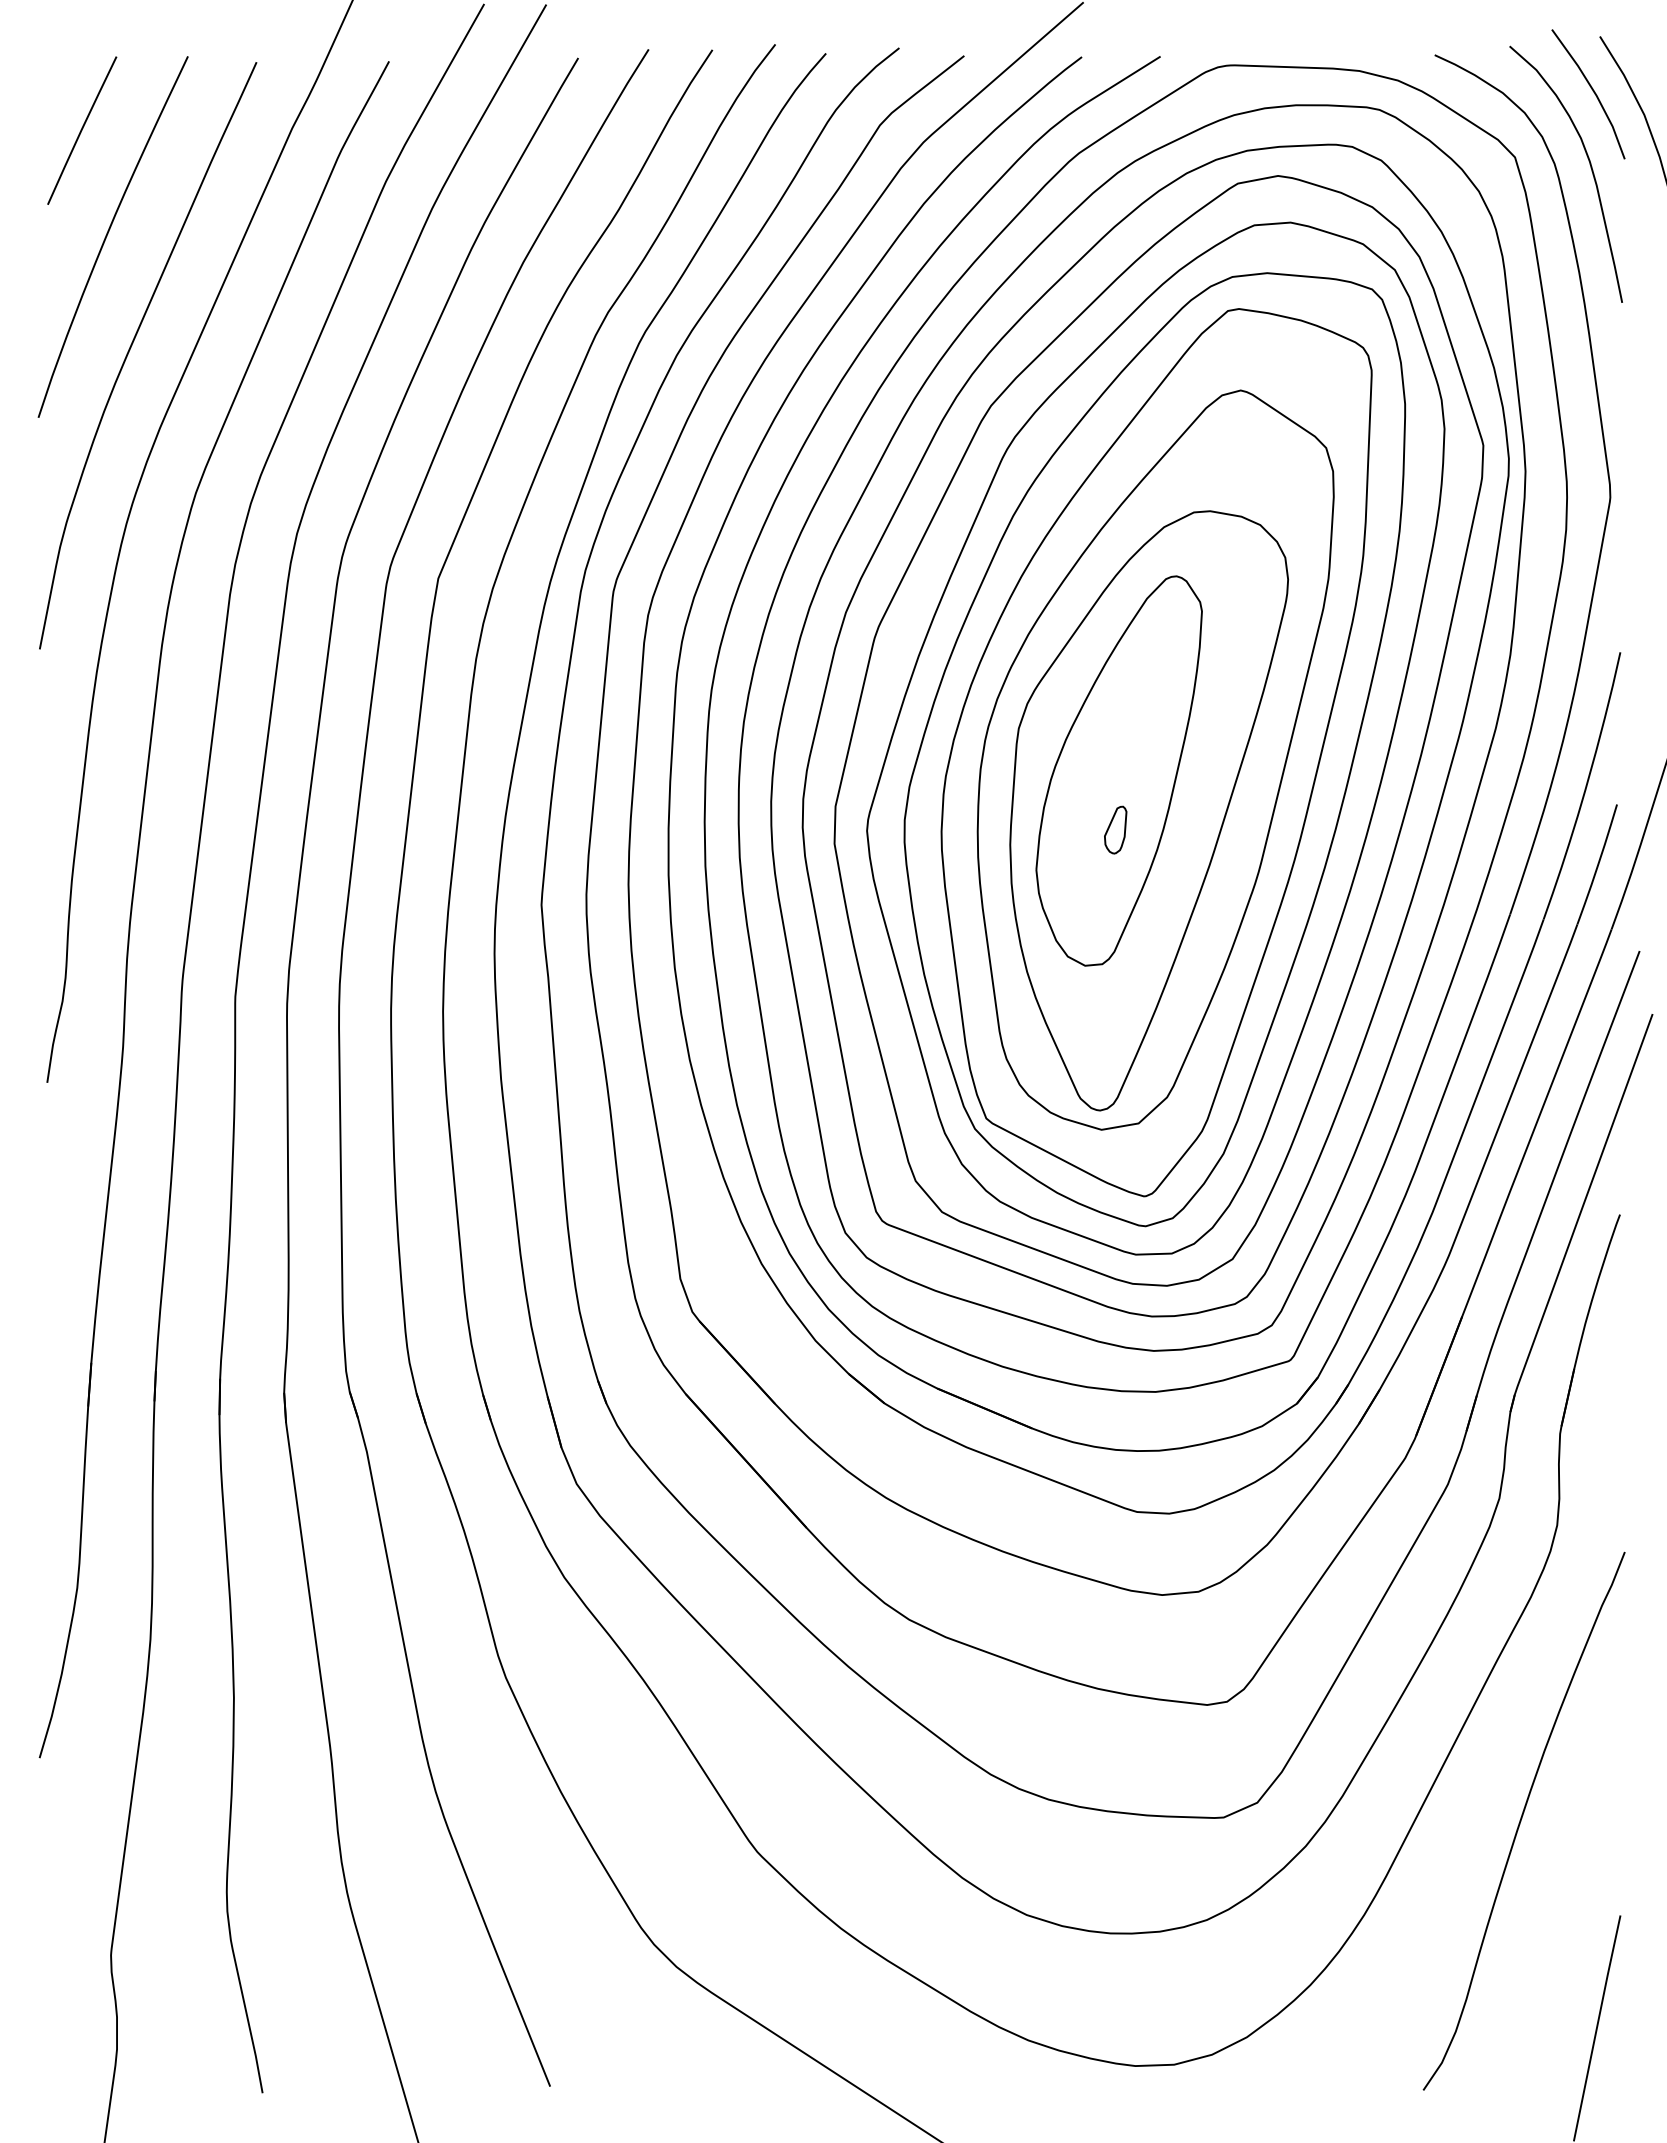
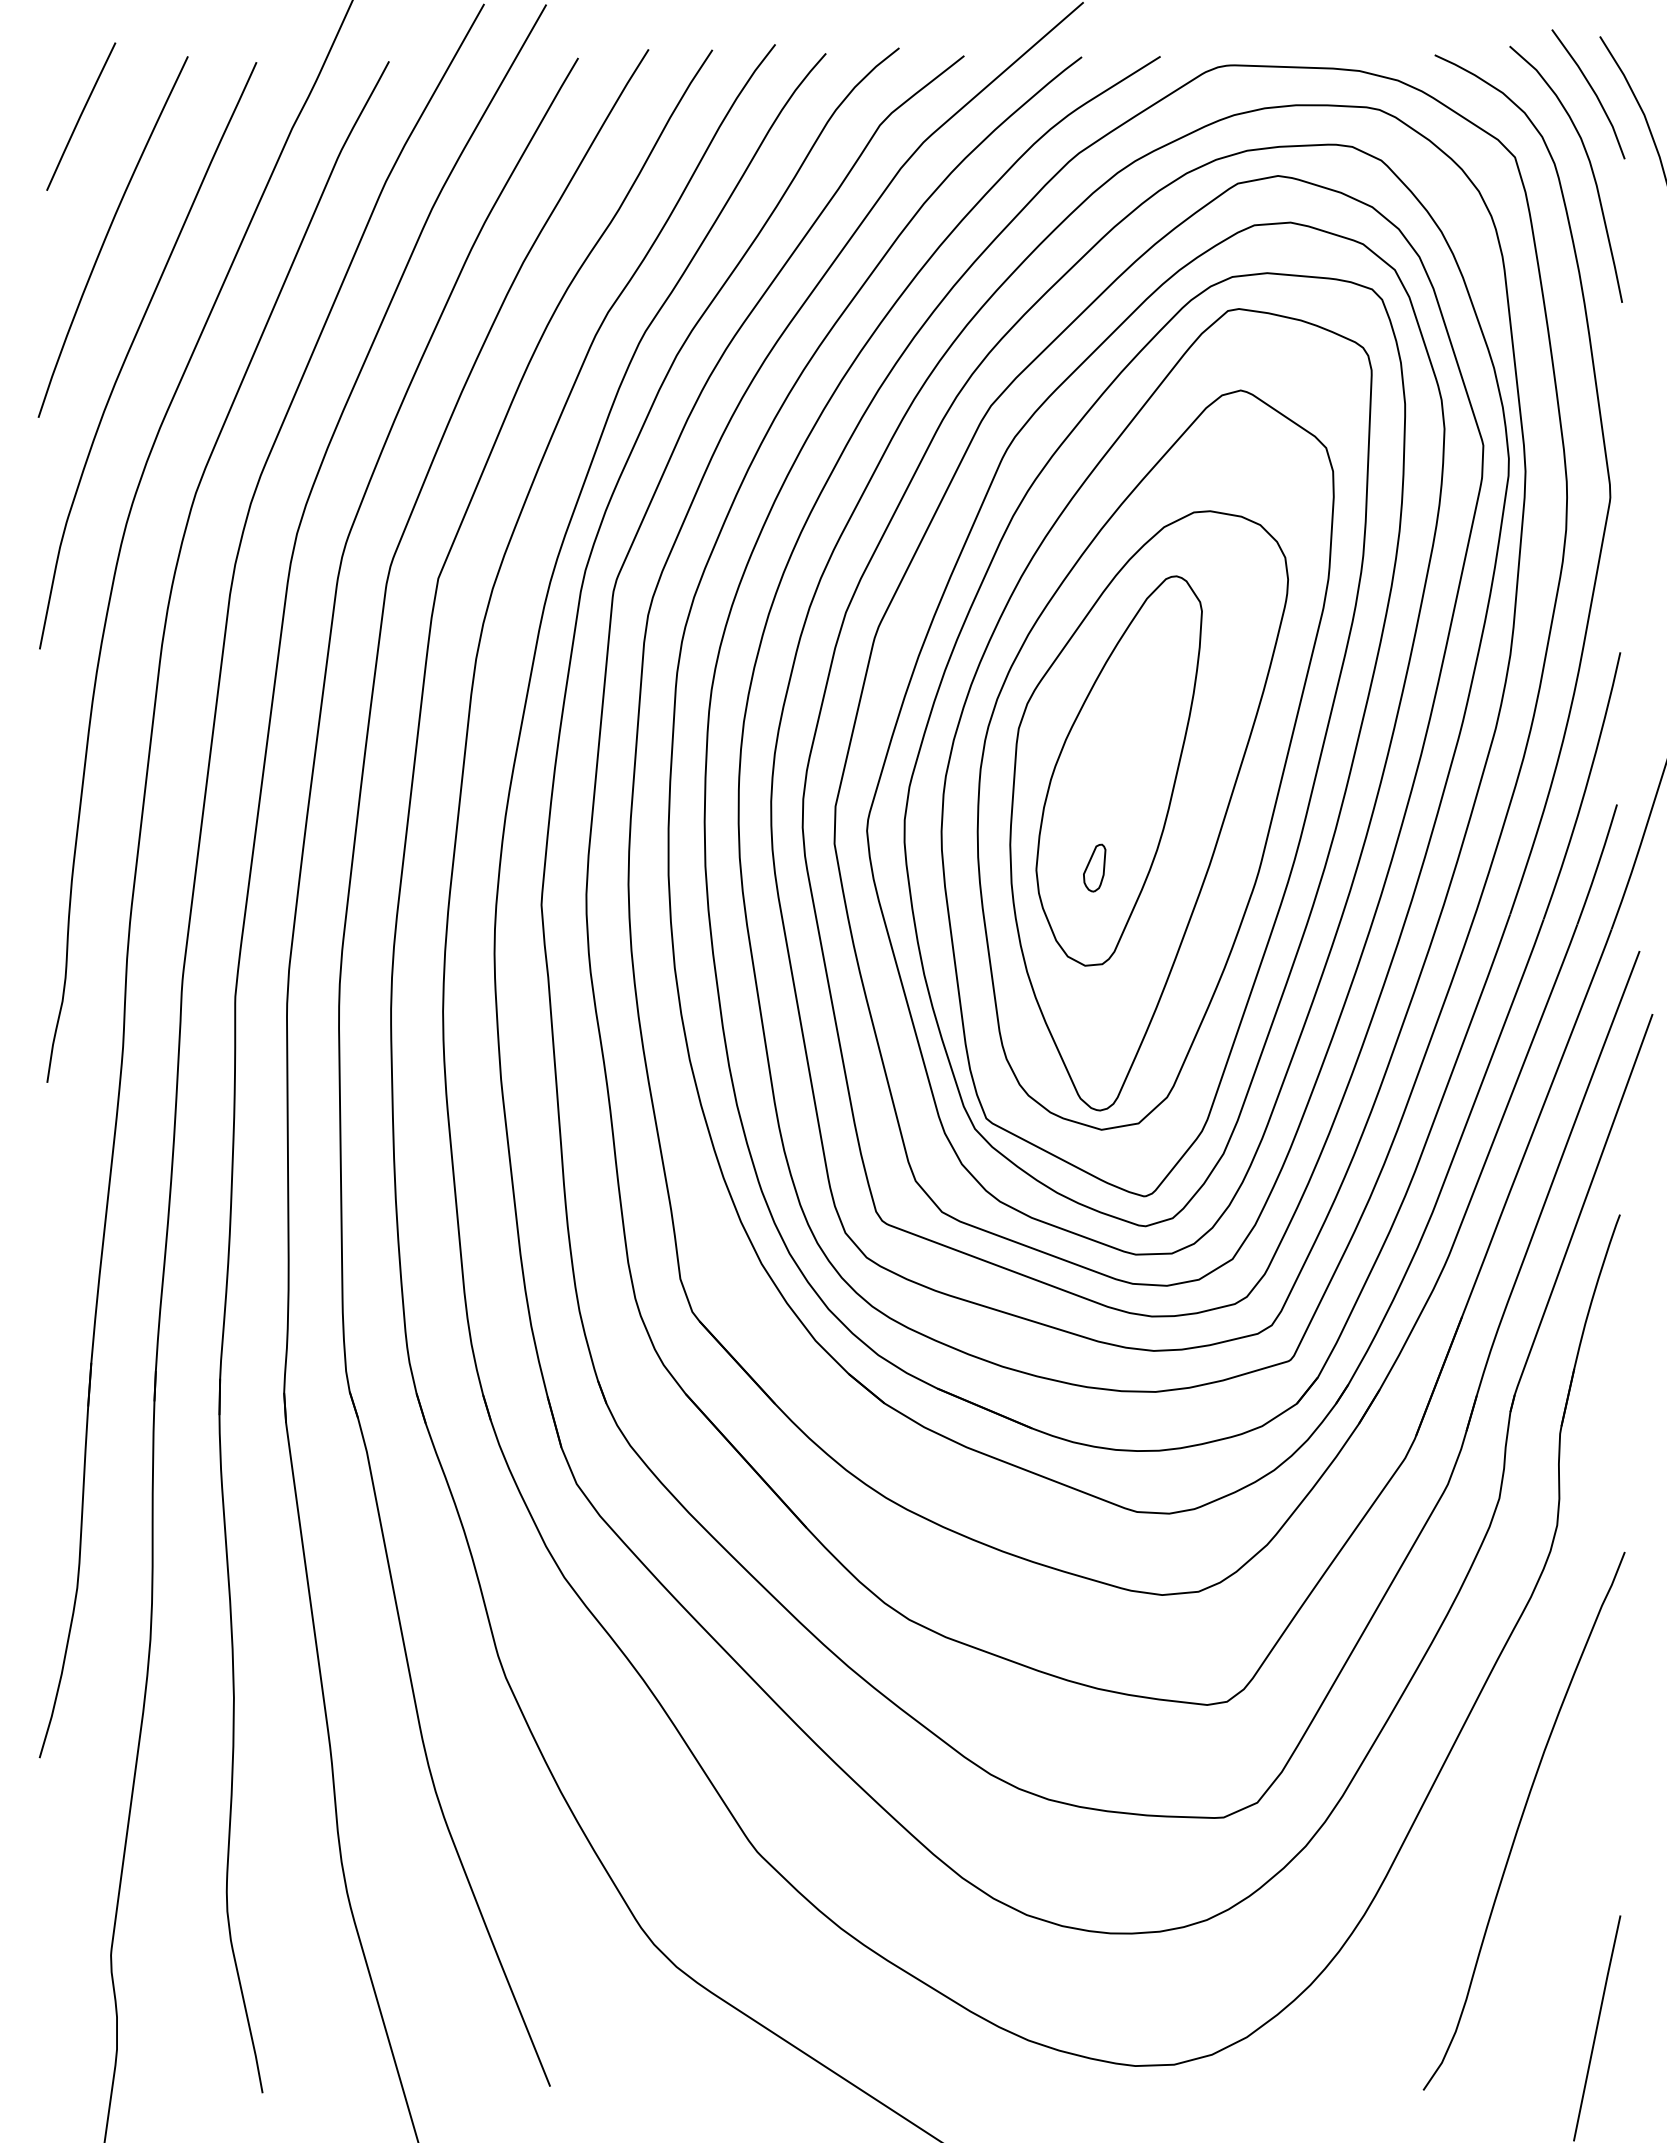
line at (82, 130) position: (82, 130) -> (81, 116)
part at (1115, 829) position: (1115, 829) -> (1094, 867)
